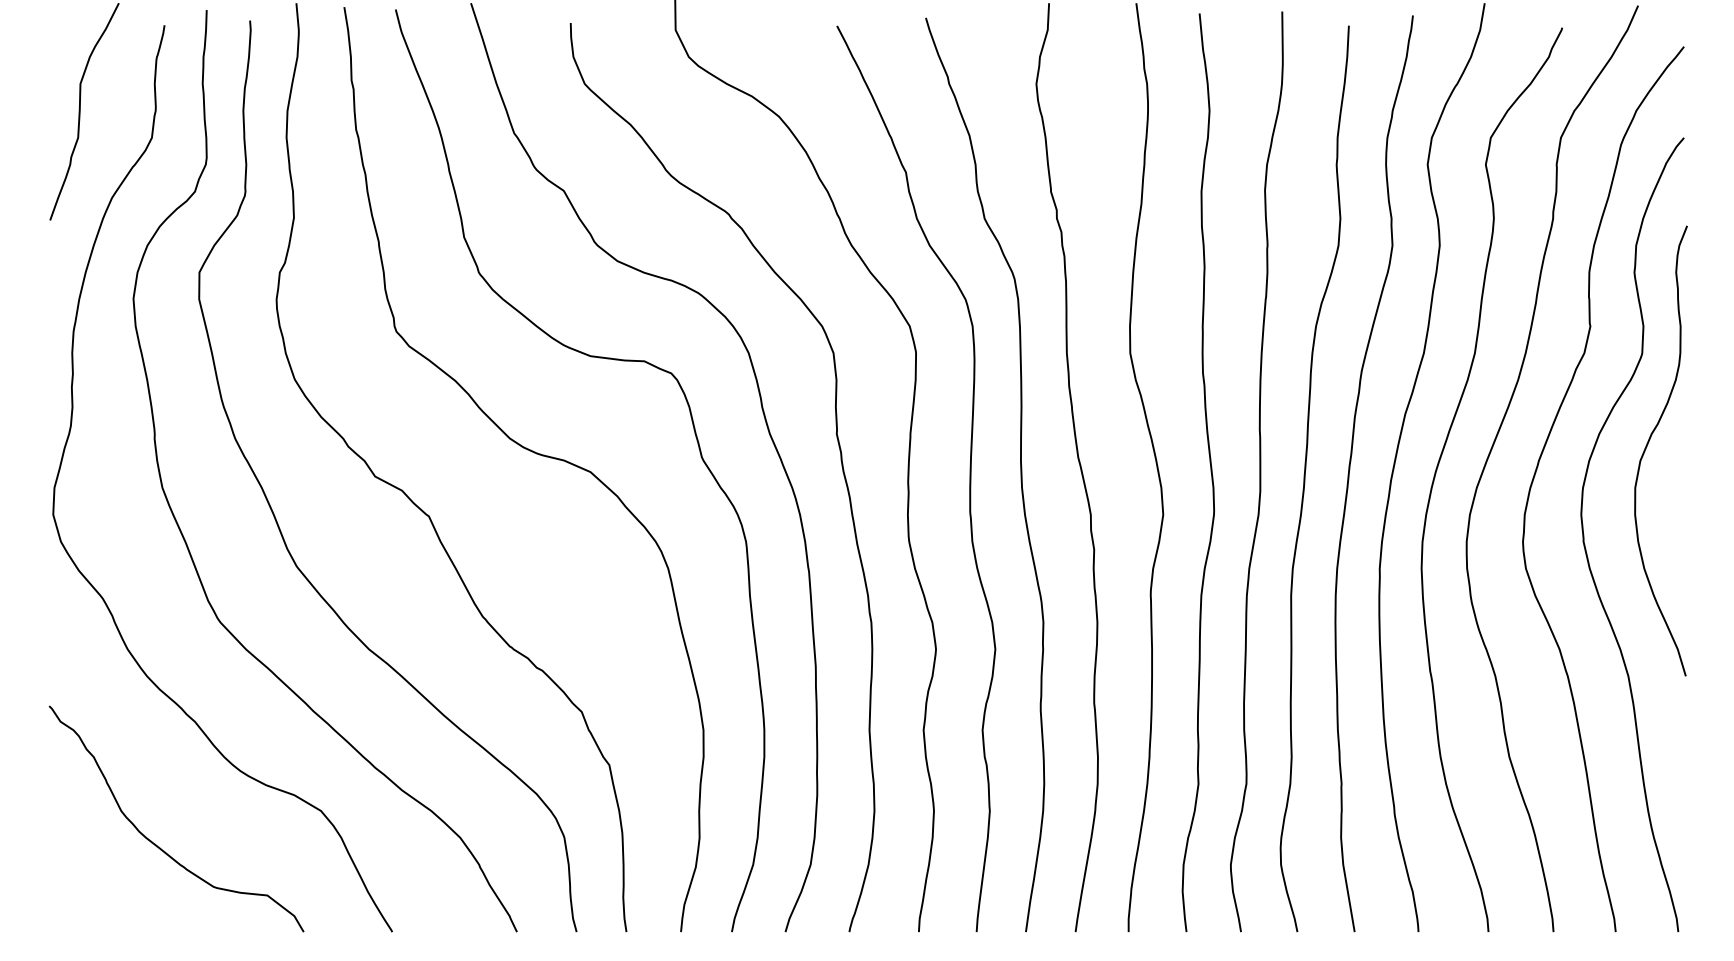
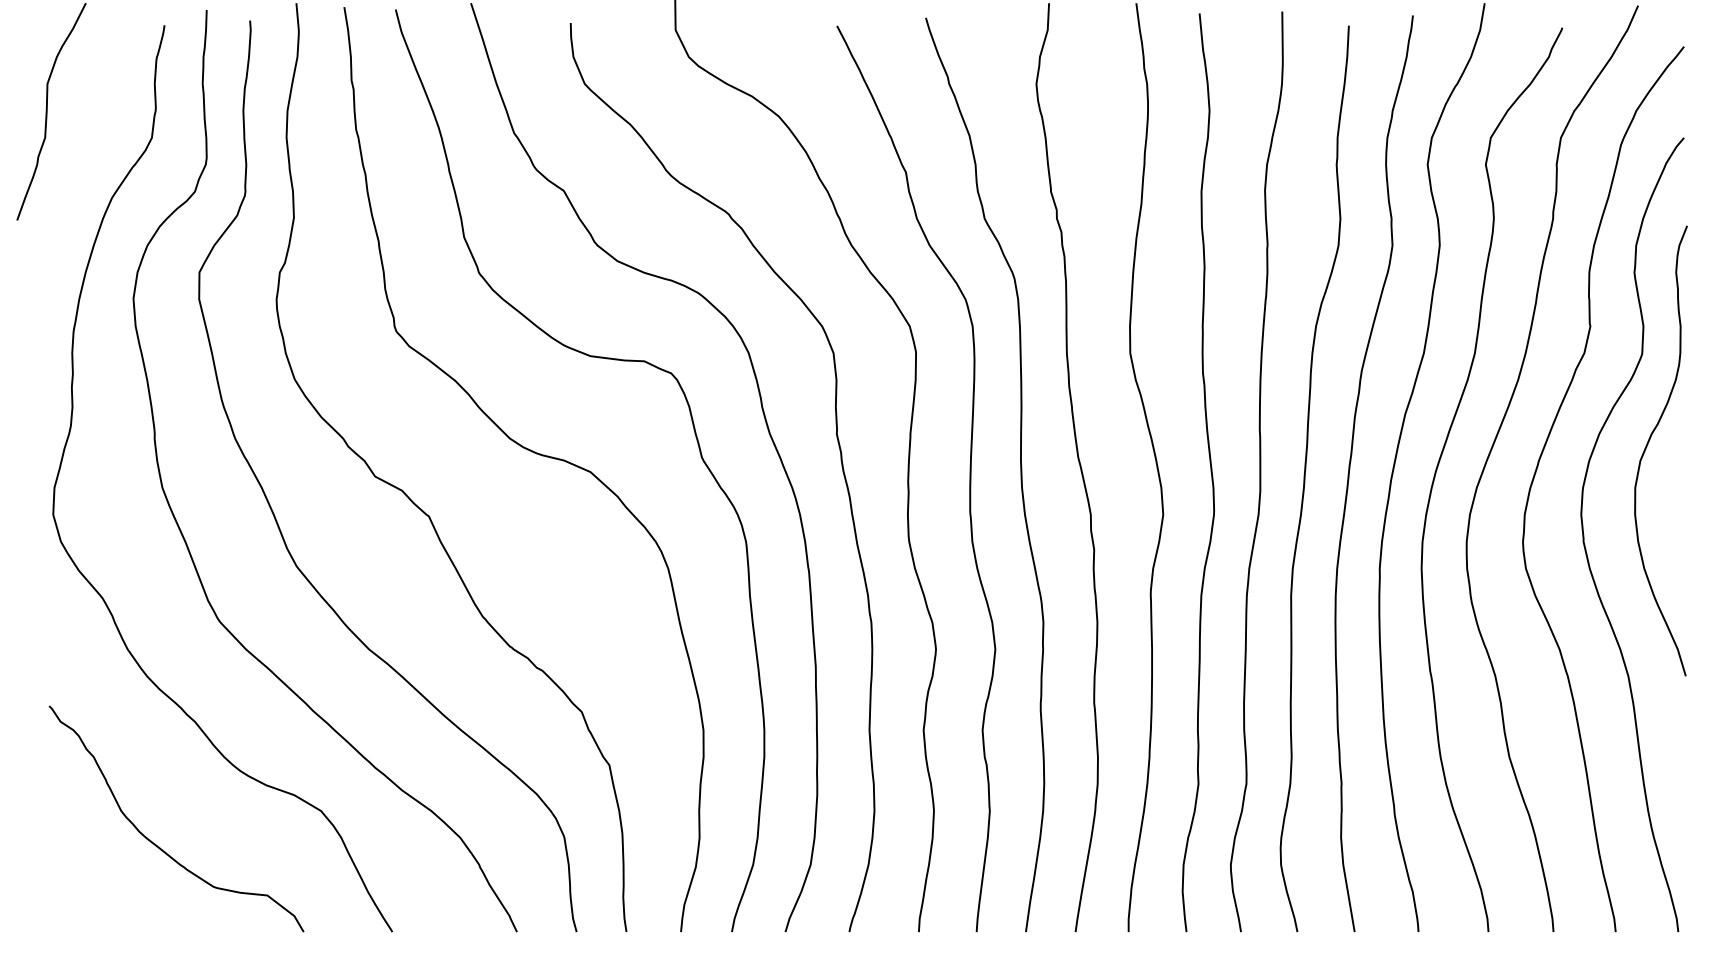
curve at (80, 111) position: (80, 111) -> (47, 111)
